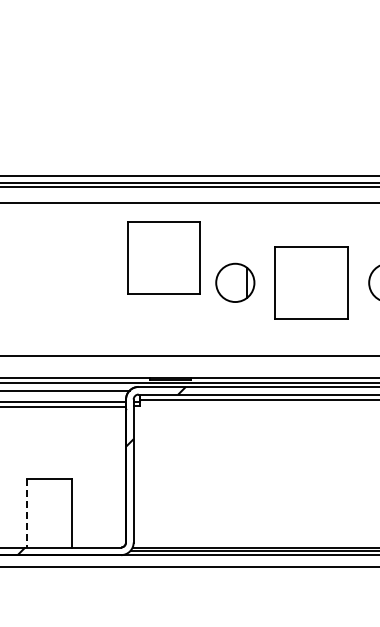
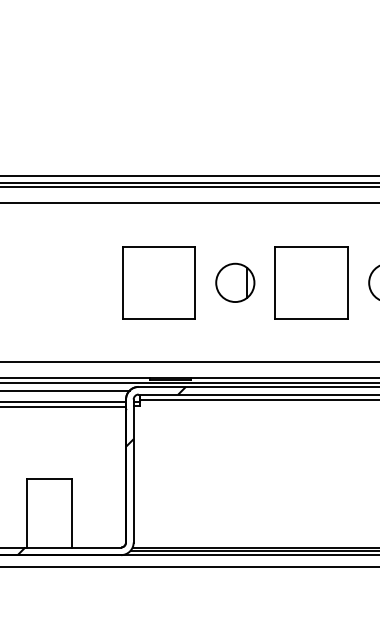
part at (163, 257) position: (163, 257) -> (158, 282)
line at (189, 356) position: (189, 356) -> (189, 362)
line at (26, 513): dashed -> solid
